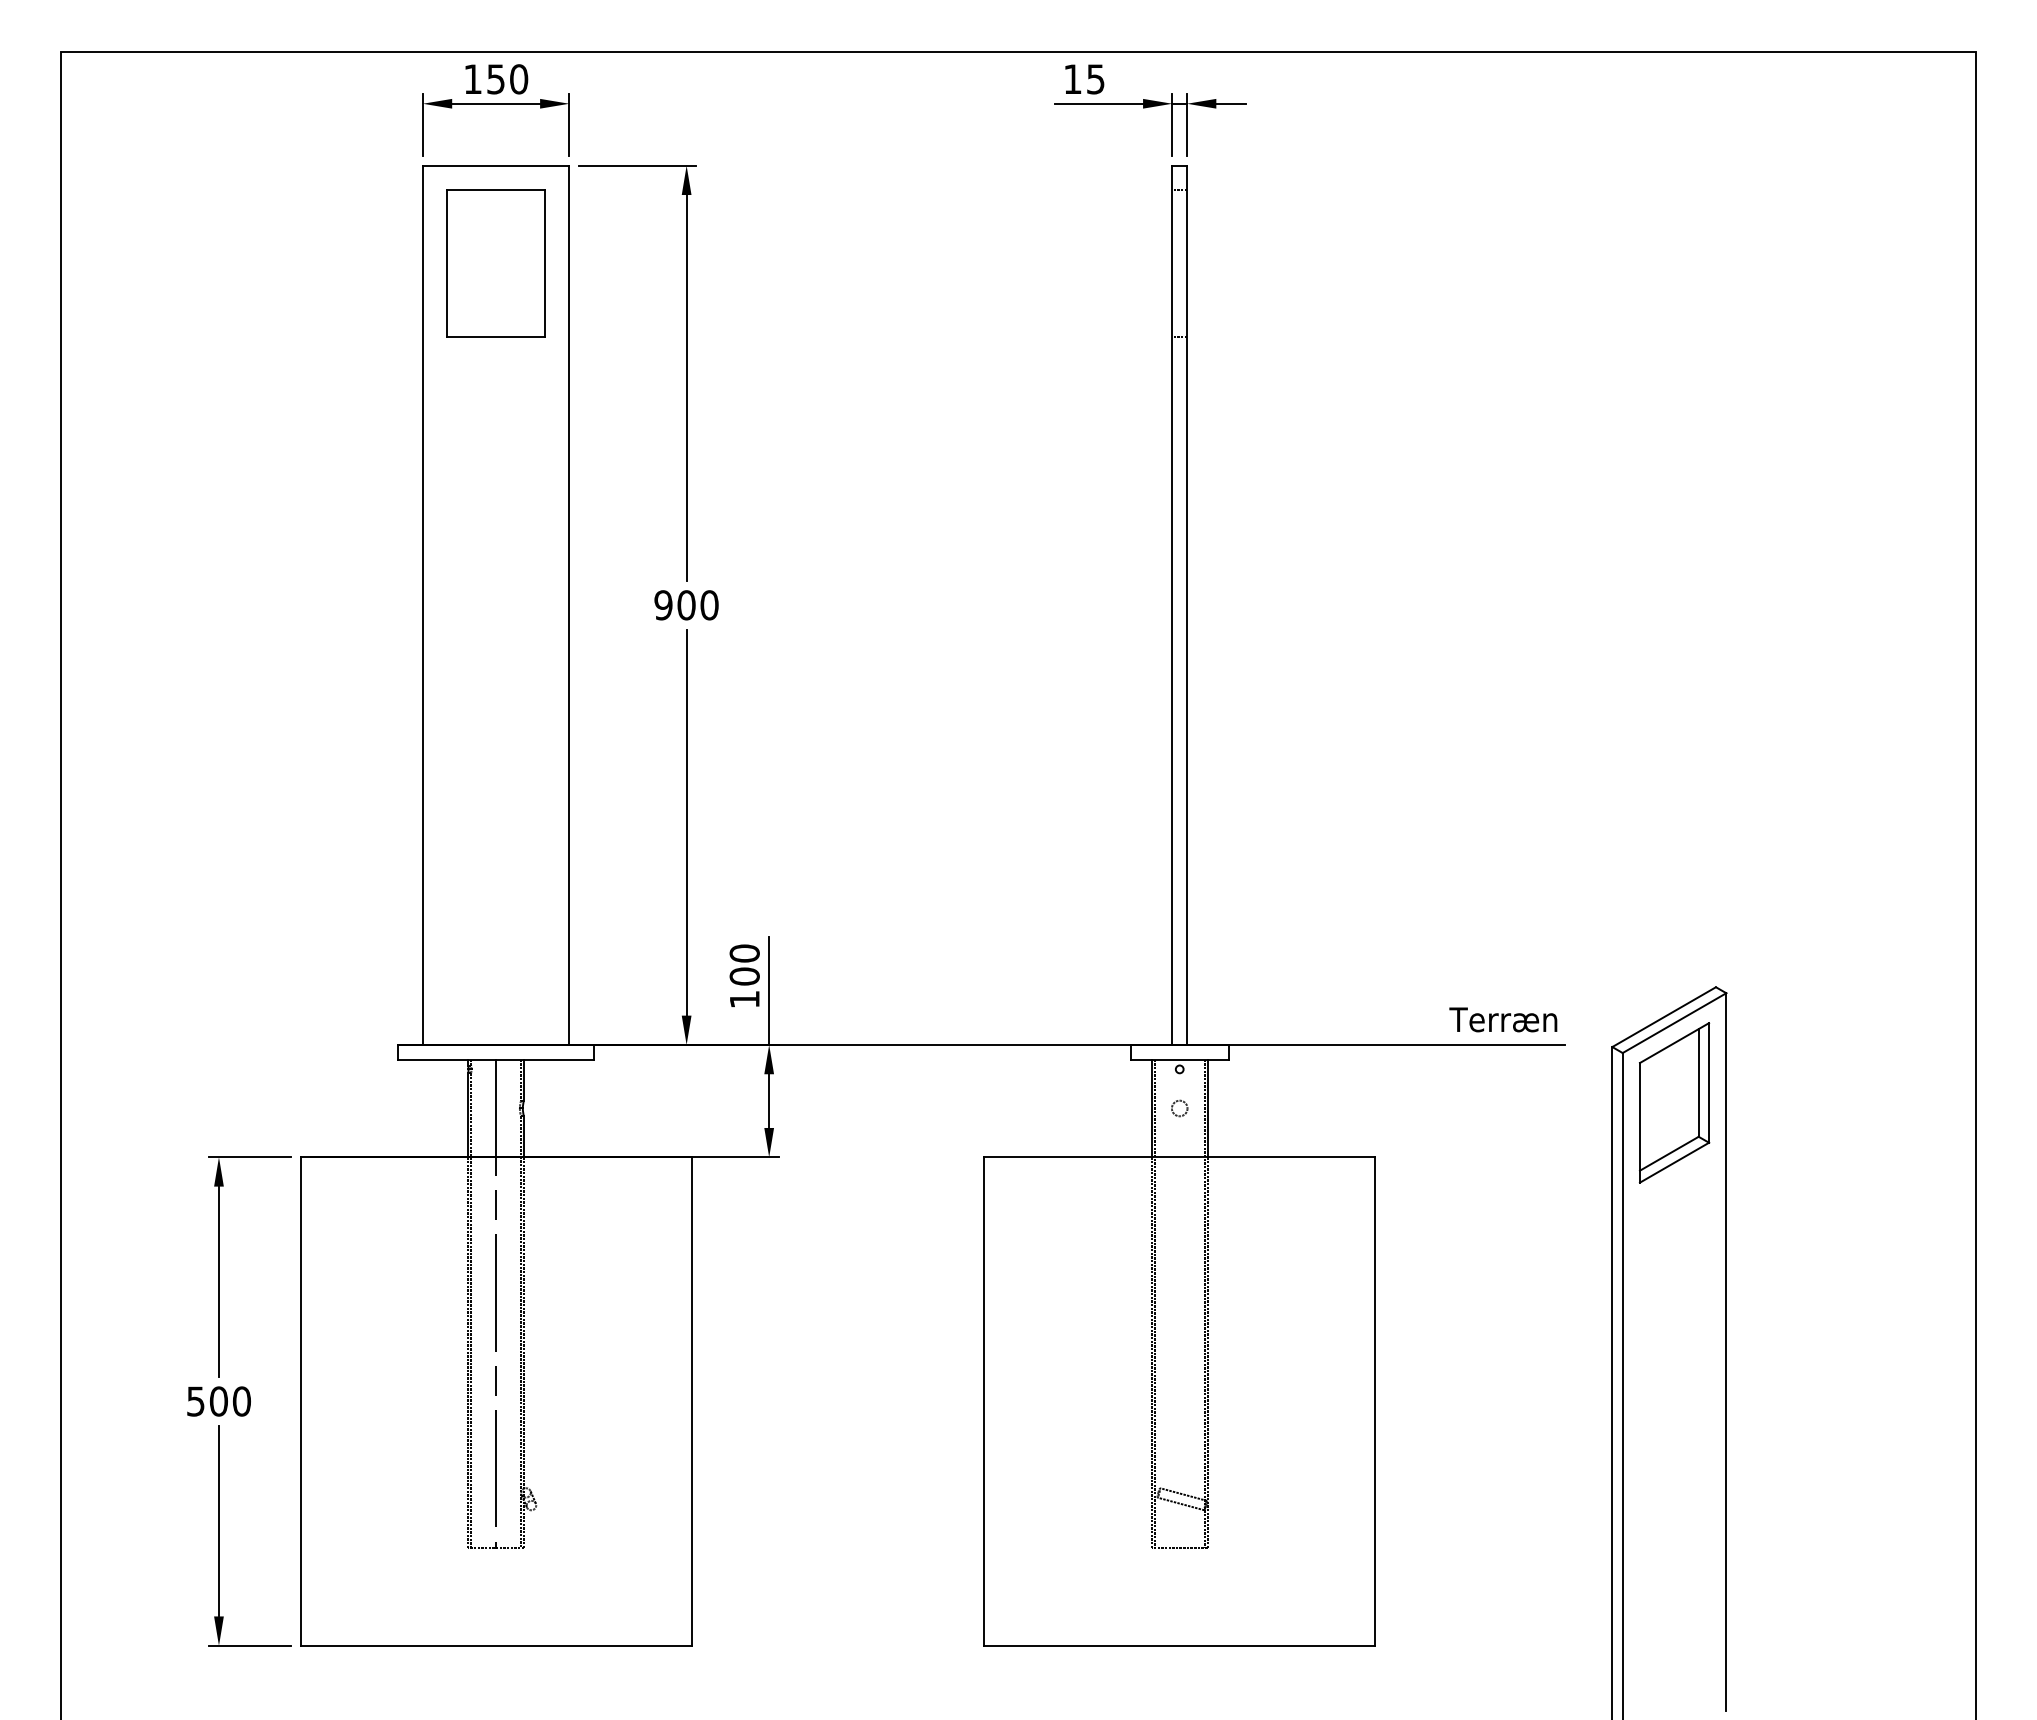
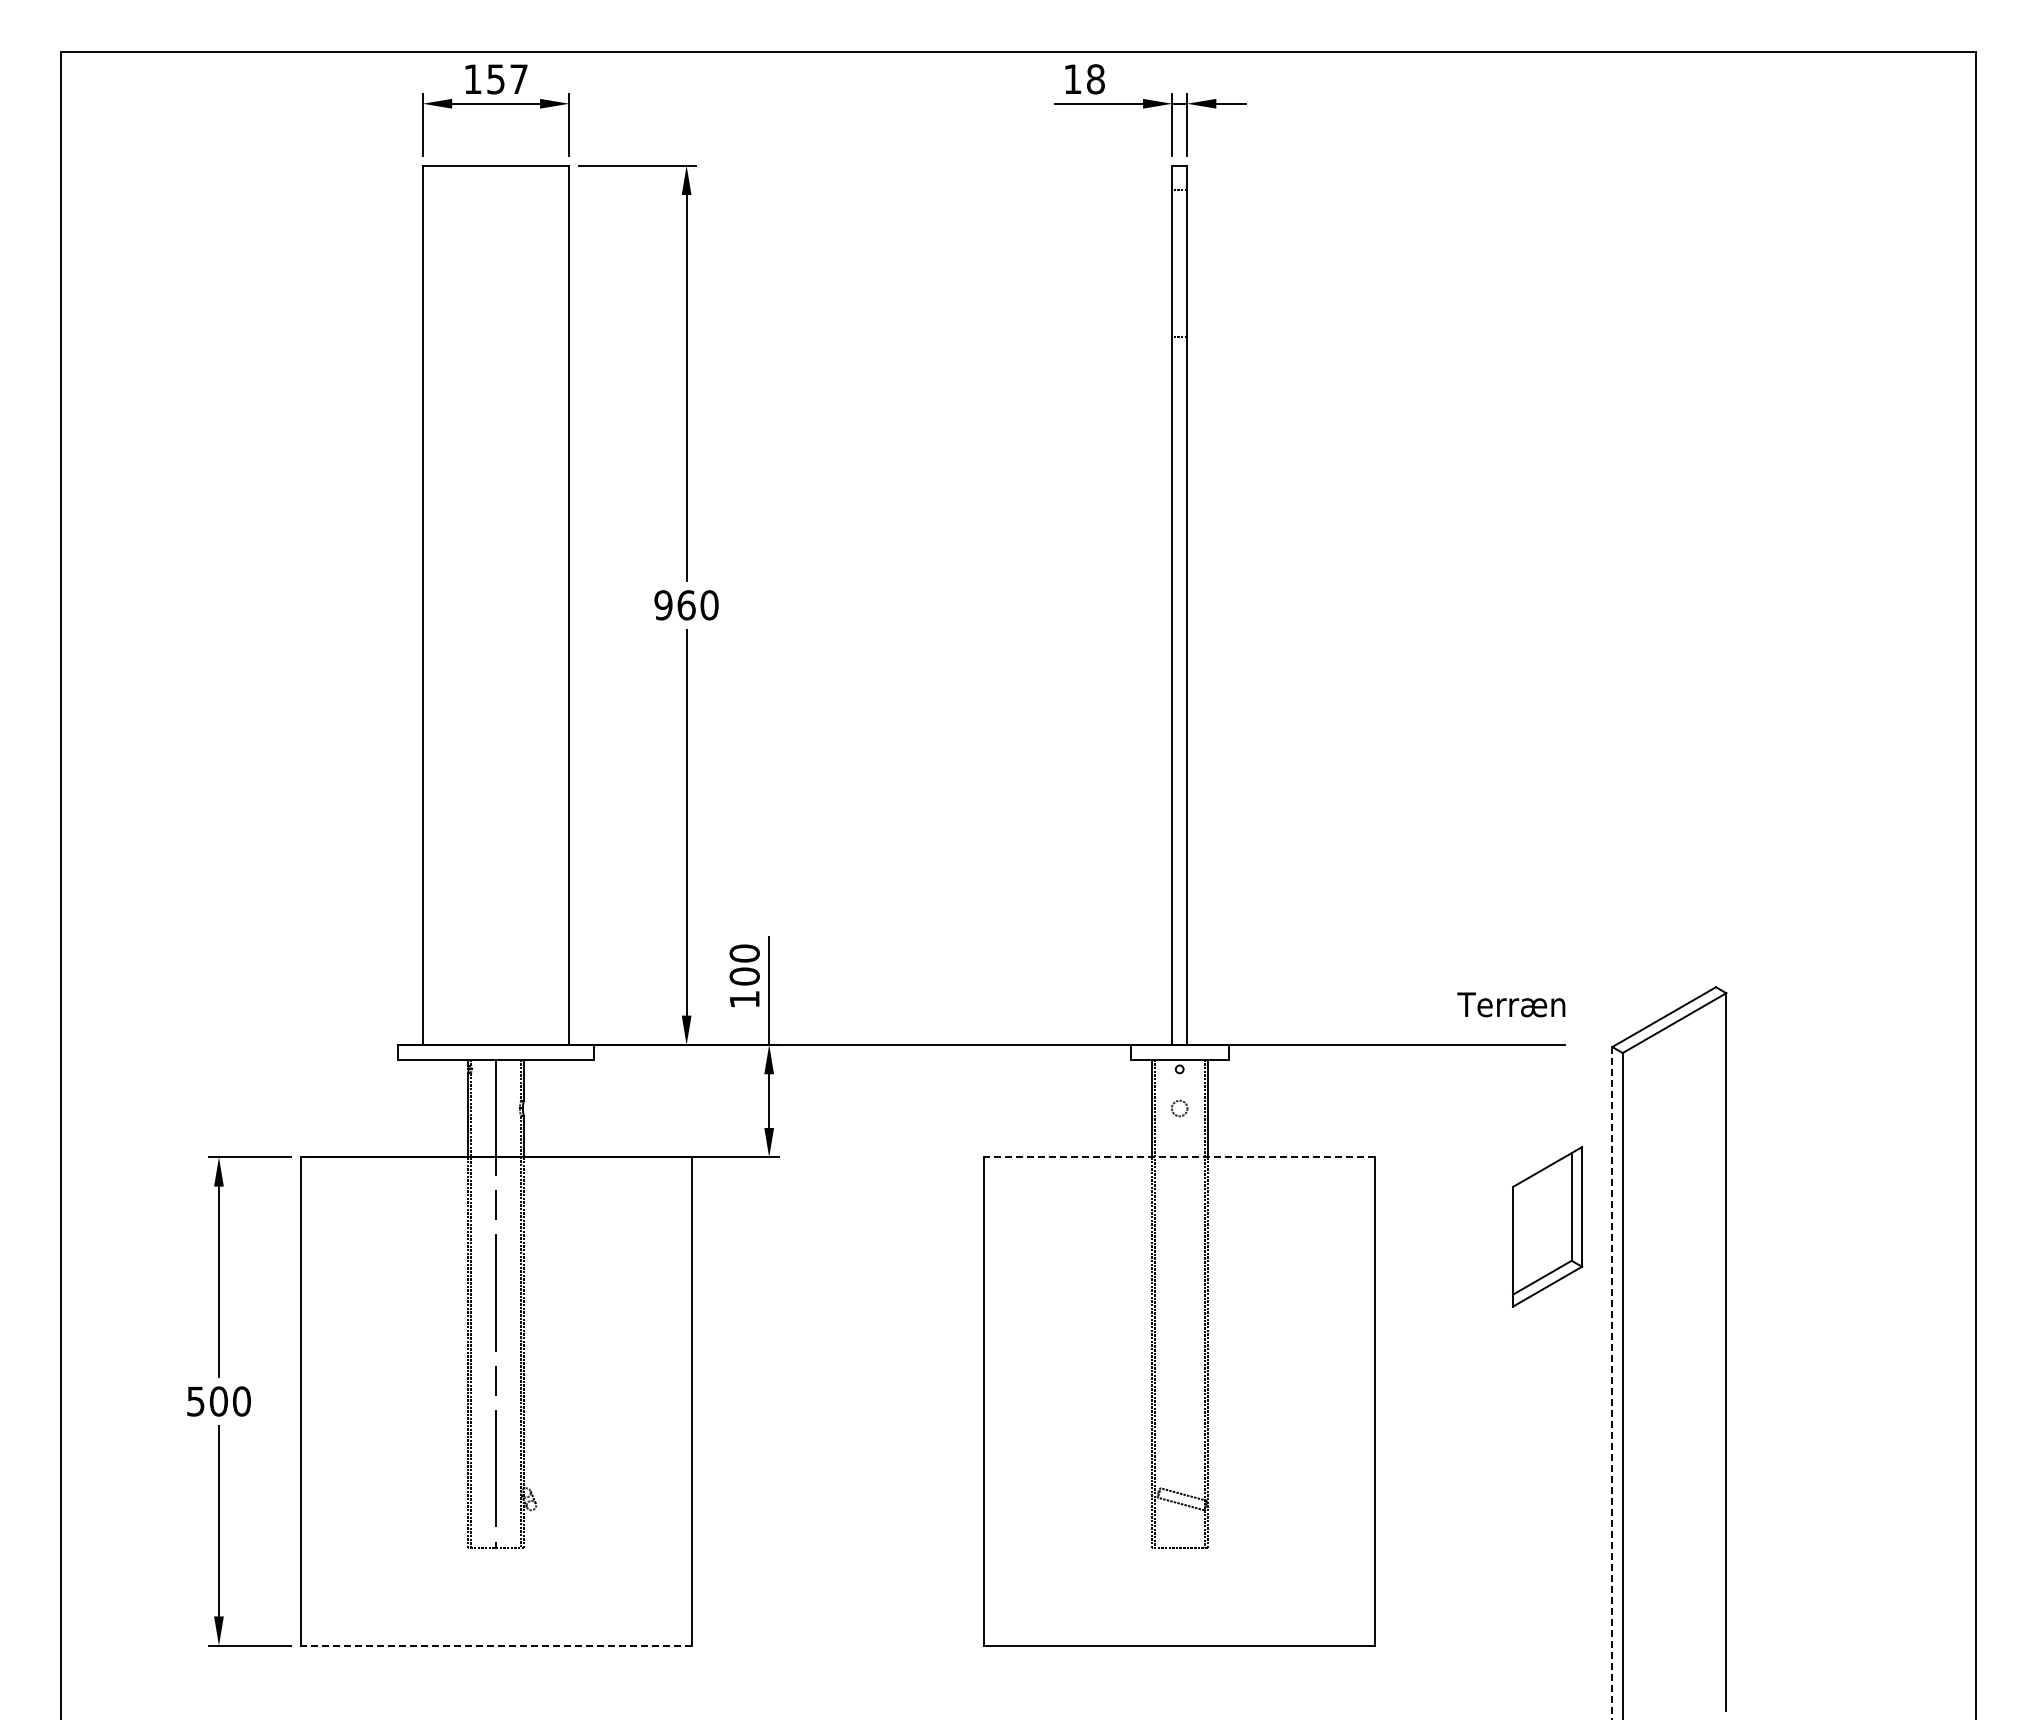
text at (519, 79): 150 -> 157
text at (1095, 79): 15 -> 18
part at (495, 263): present -> none
text at (686, 605): 900 -> 960
text at (1503, 1019) position: (1503, 1019) -> (1511, 1004)
part at (1674, 1102) position: (1674, 1102) -> (1547, 1226)
line at (1179, 1157): solid -> dashed
line at (1612, 1384): solid -> dashed
line at (495, 1645): solid -> dashed
